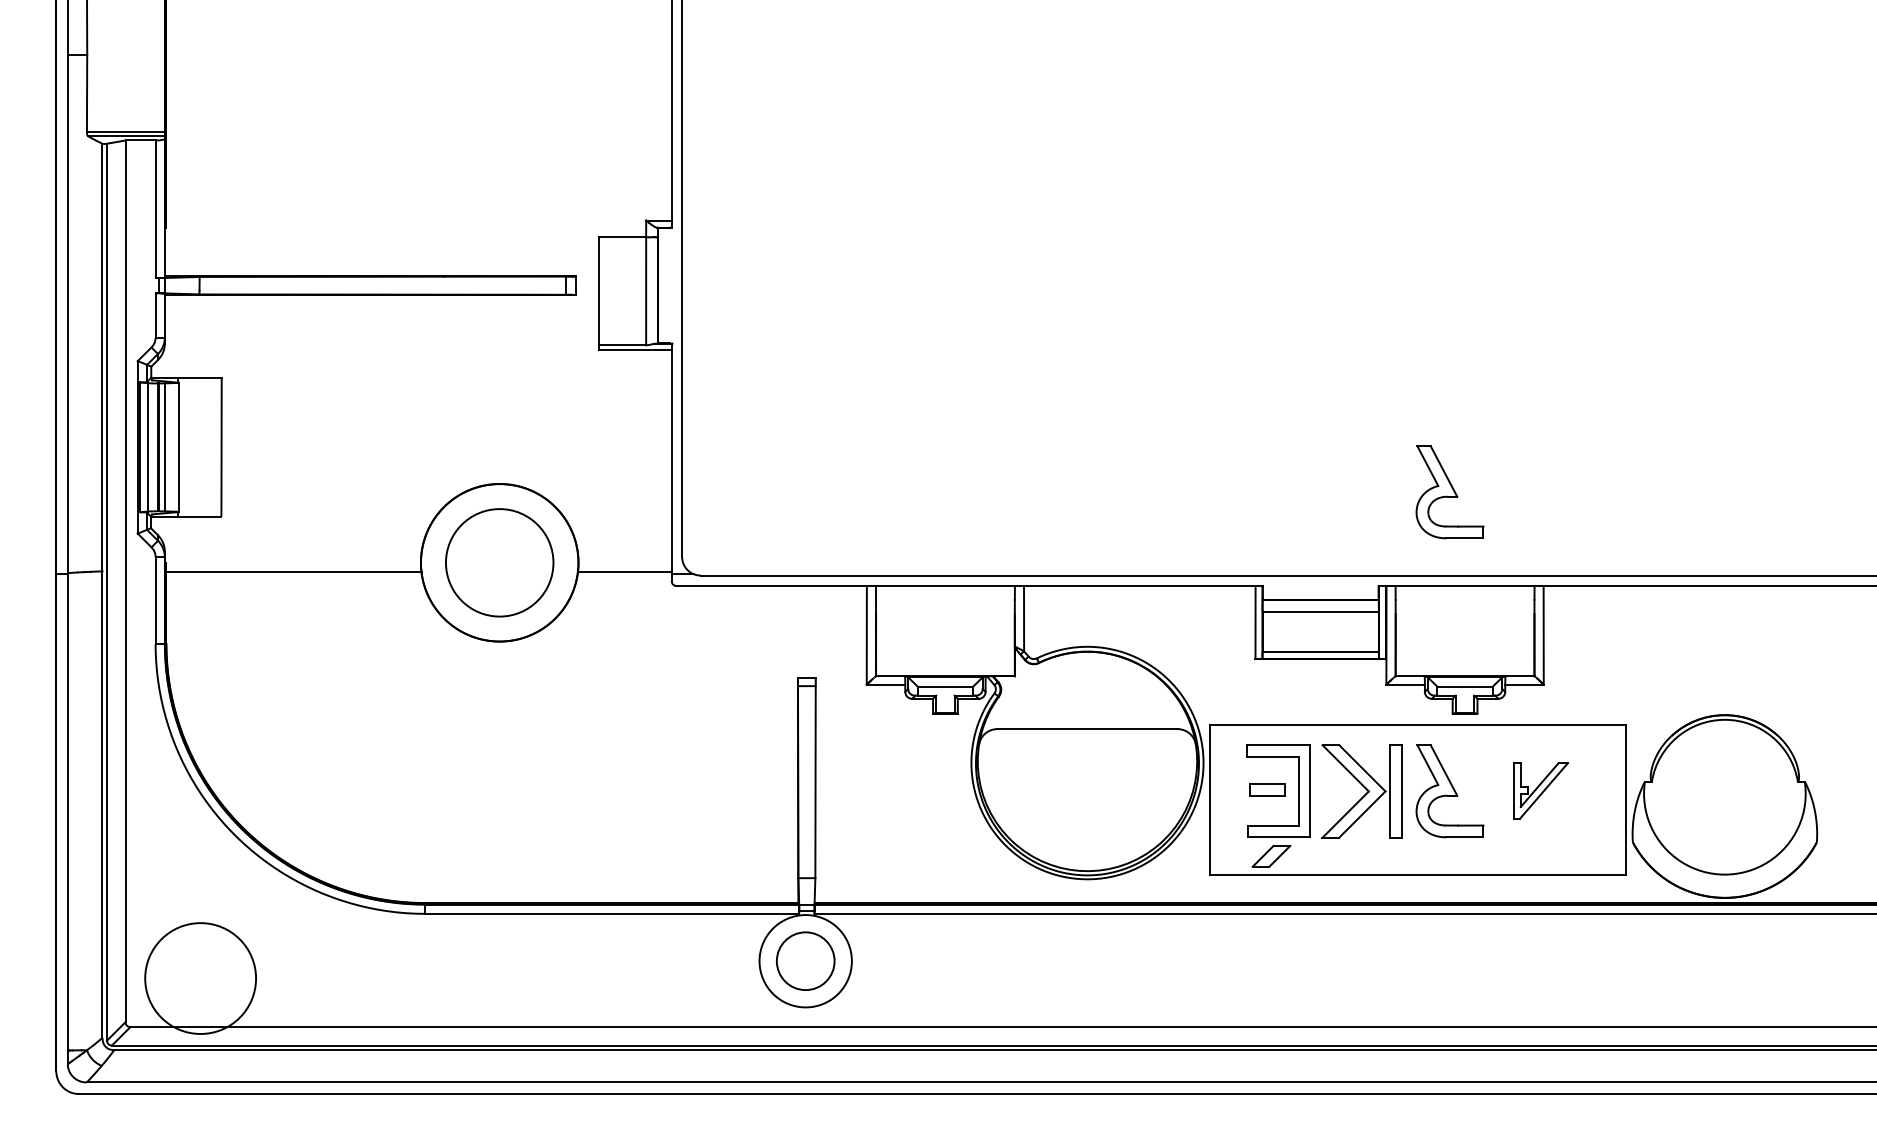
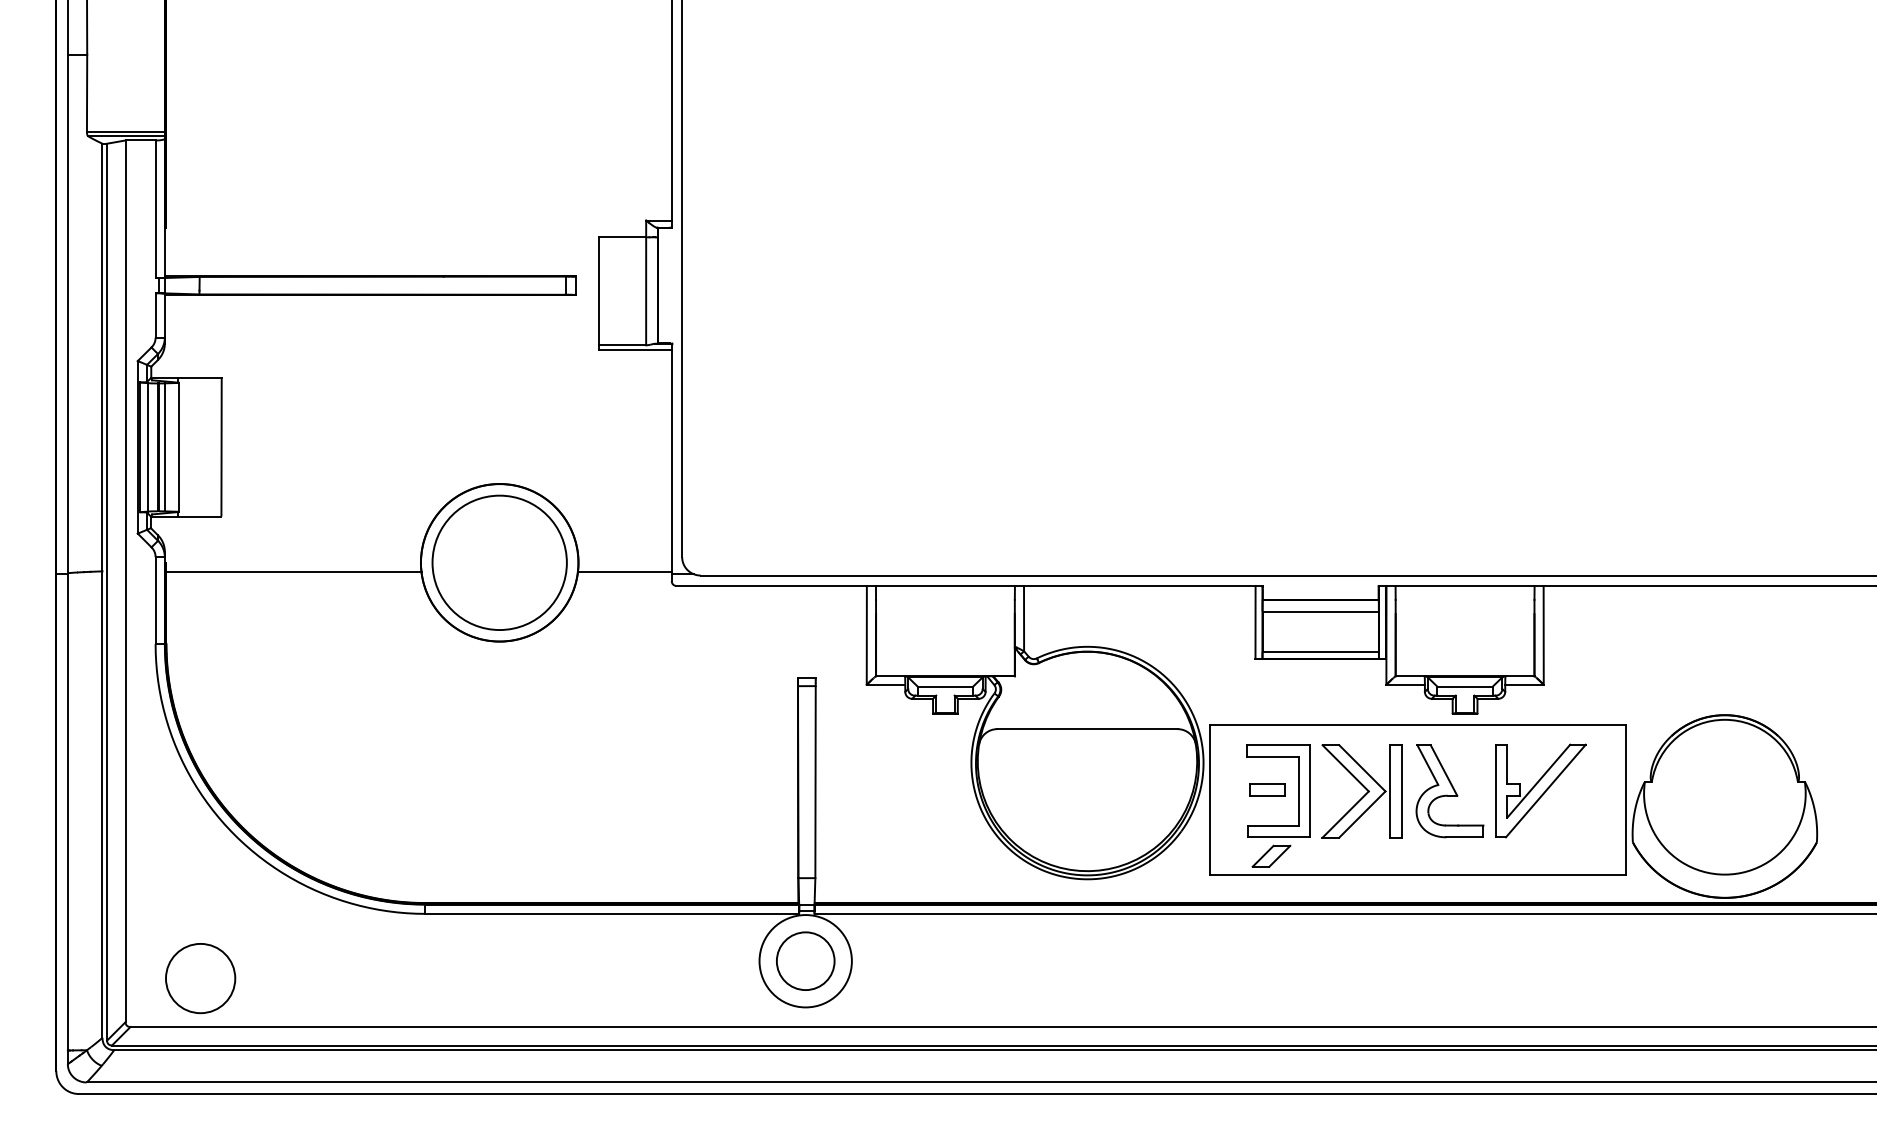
part at (1449, 492): present -> none
circle at (499, 562) diameter: 107 px -> 134 px
part at (1540, 790) size: 56x58 px -> 92x96 px
circle at (200, 978) diameter: 111 px -> 69 px
